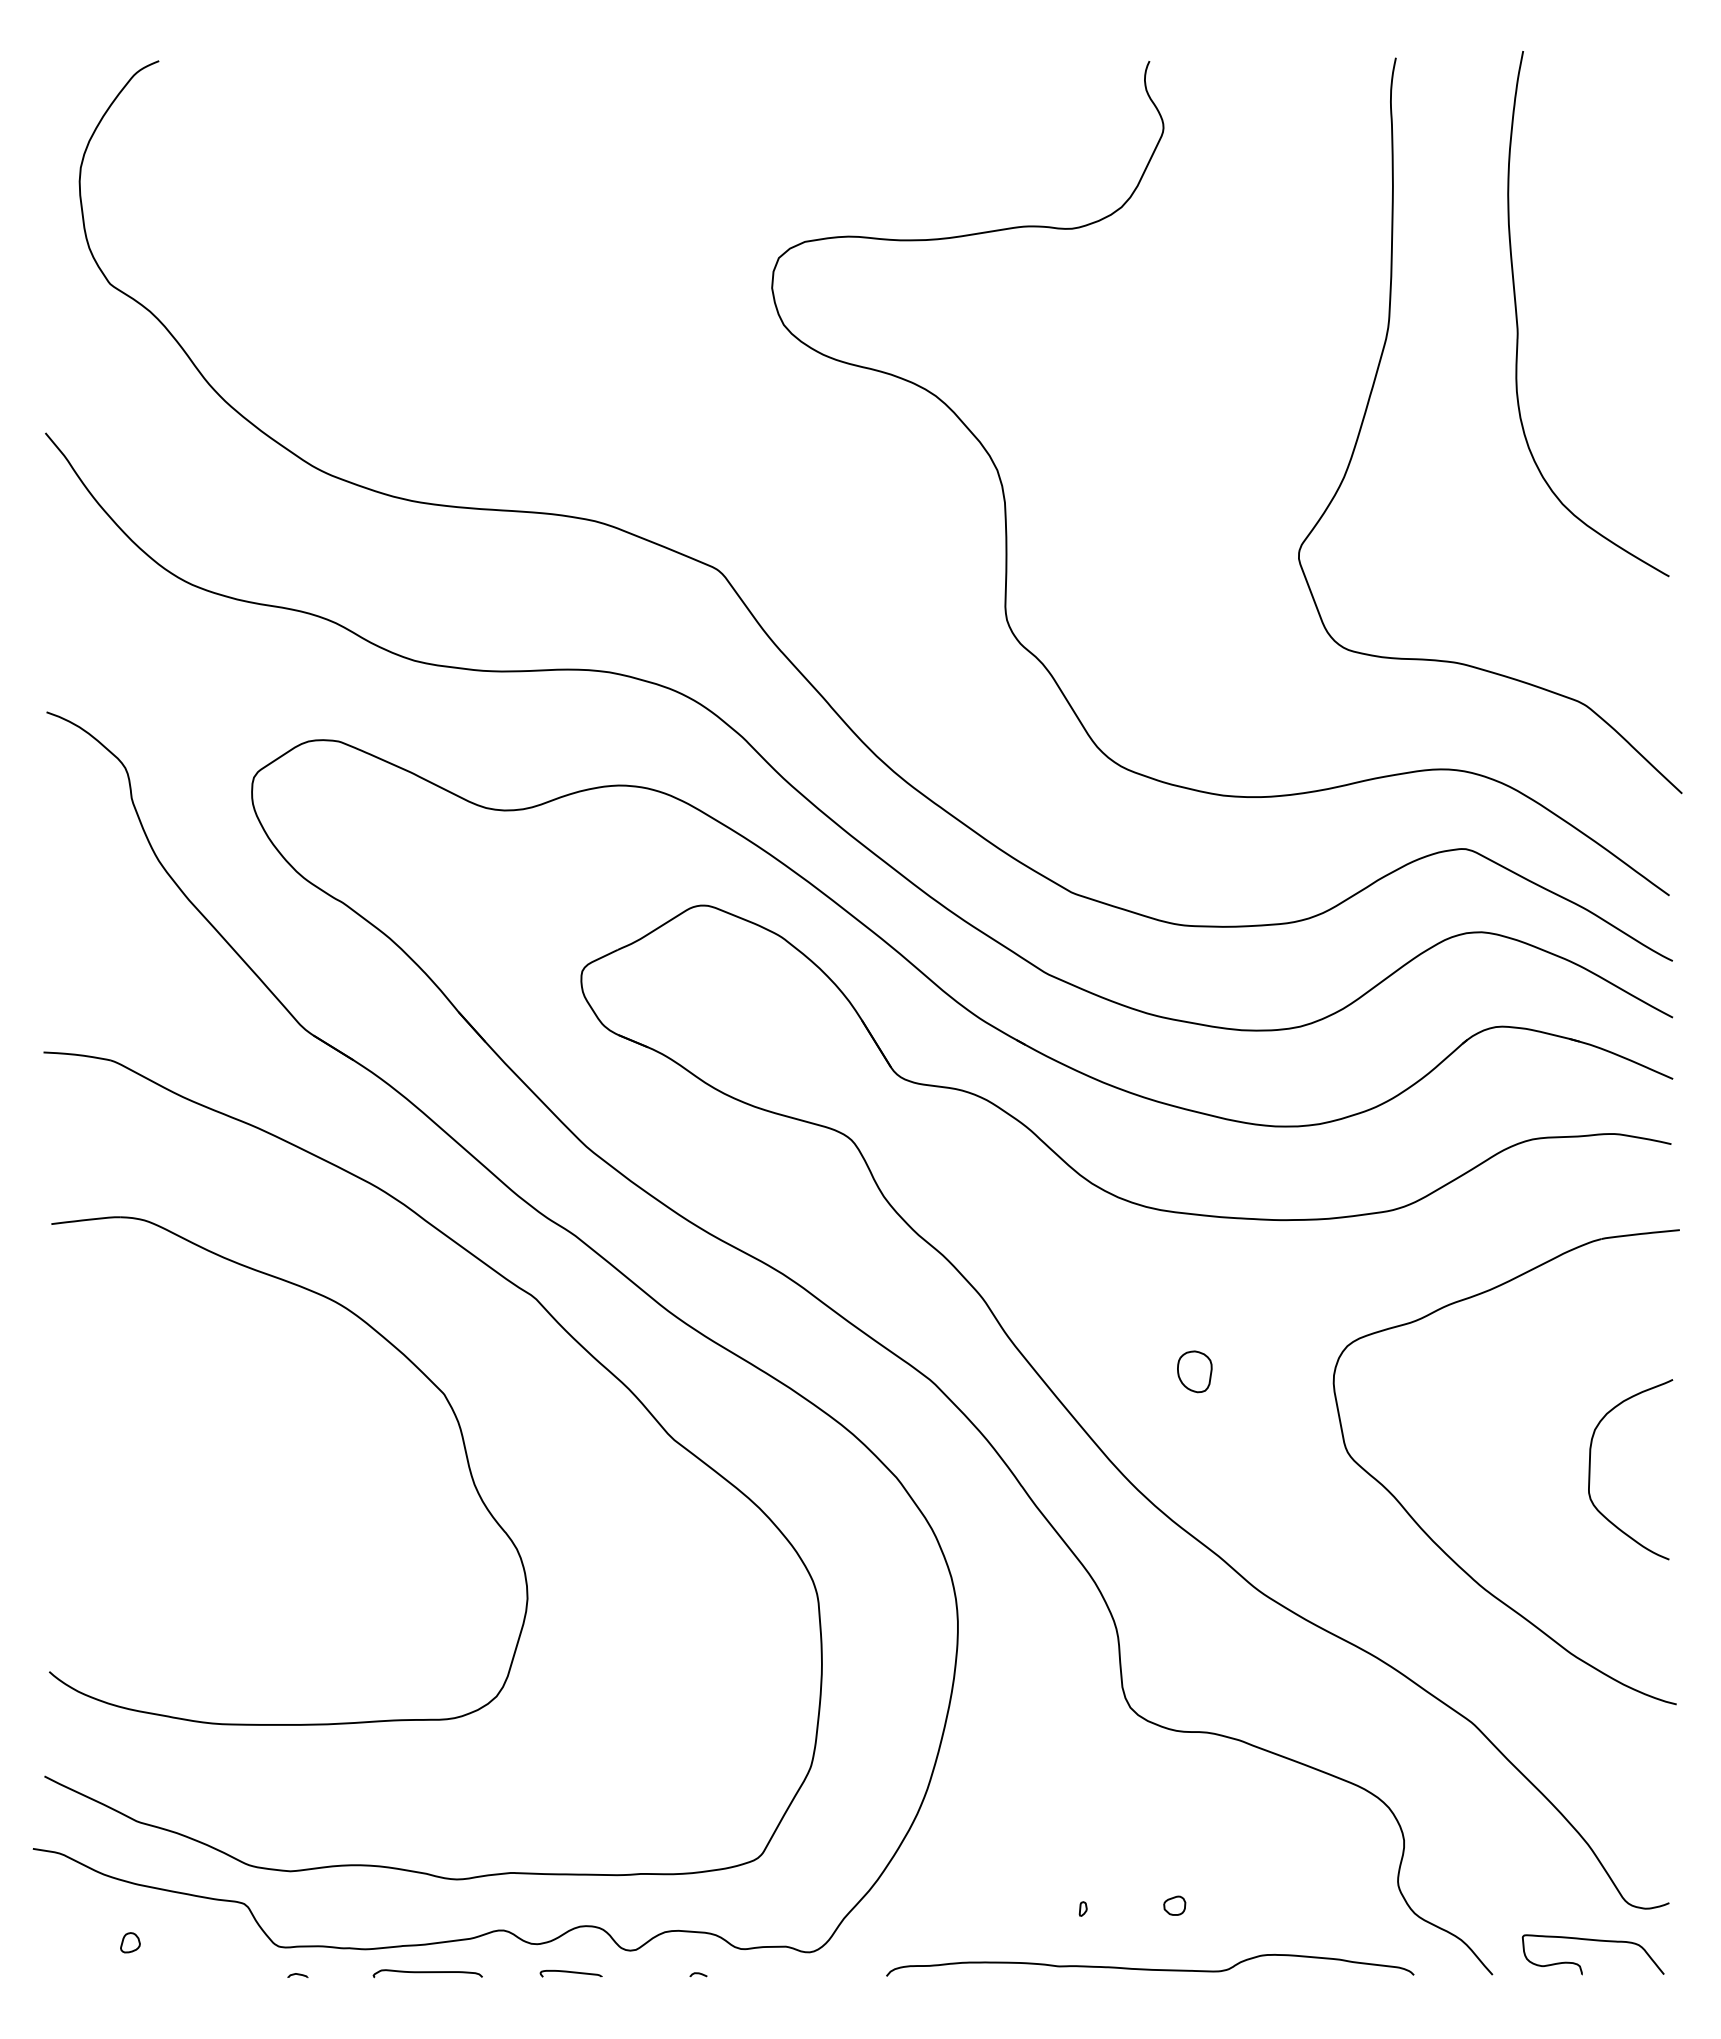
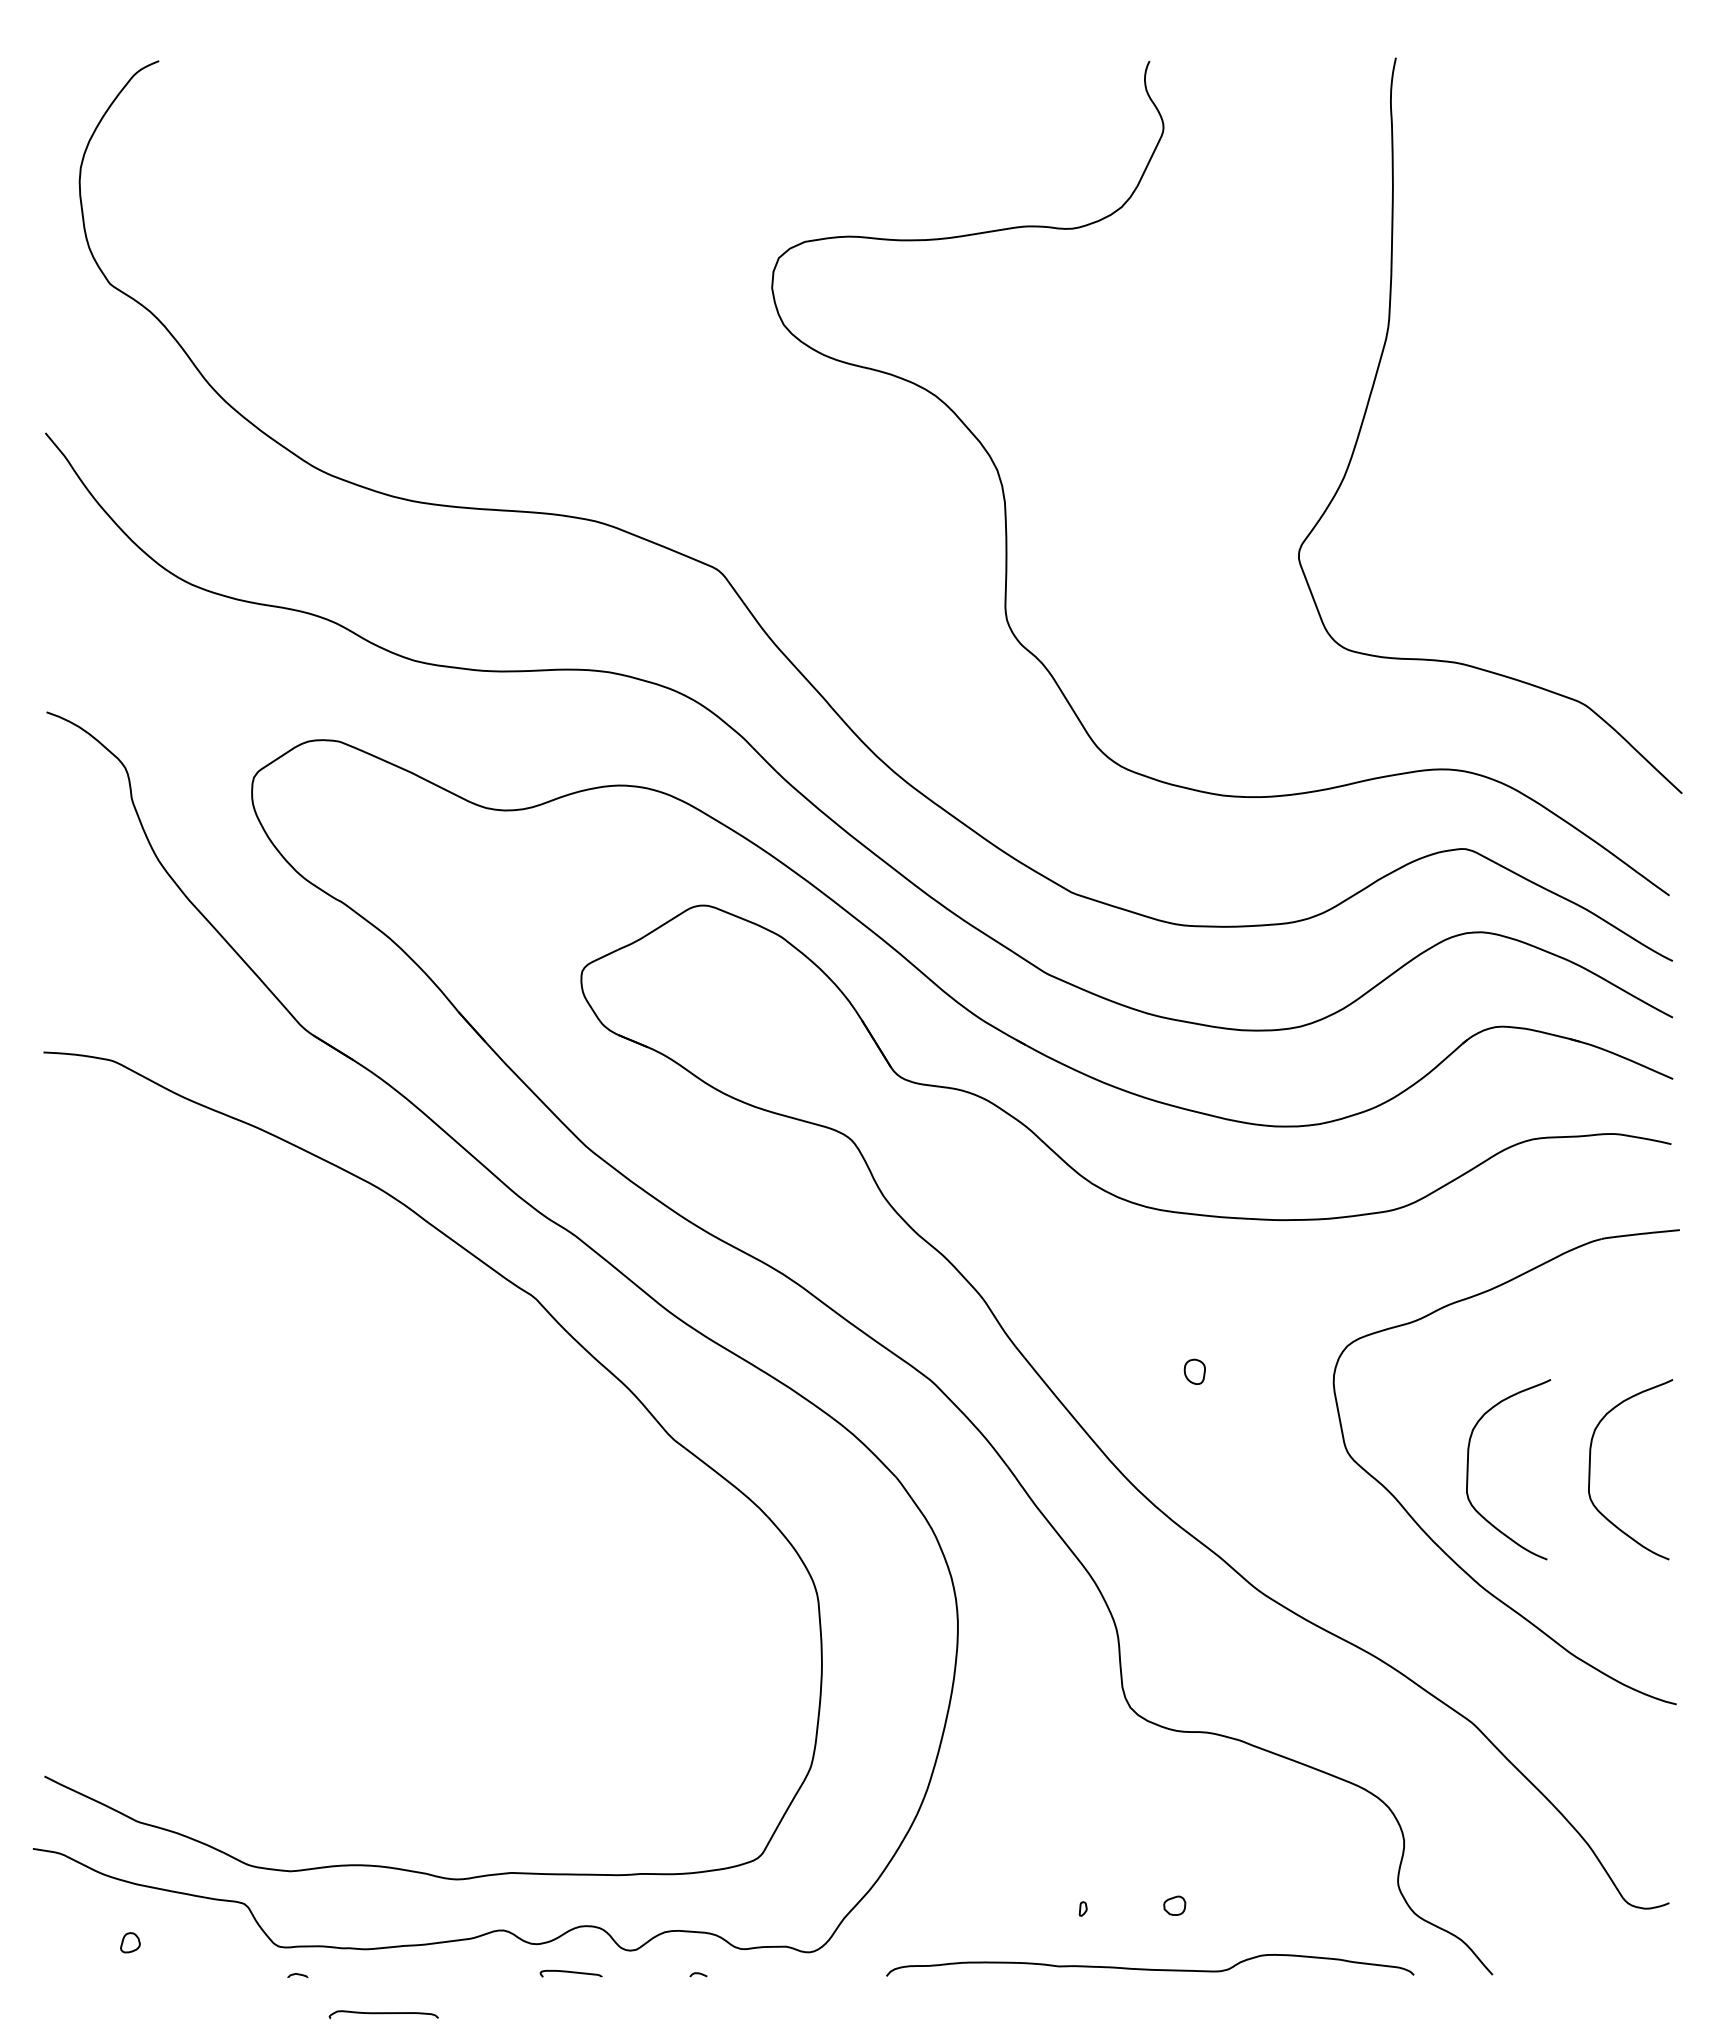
curve at (1518, 324): present -> none
part at (392, 1346): present -> none
part at (1194, 1371) size: 36x44 px -> 23x27 px
curve at (1468, 1469): none -> present
curve at (1595, 1941): present -> none
curve at (427, 1973) position: (427, 1973) -> (383, 2014)
